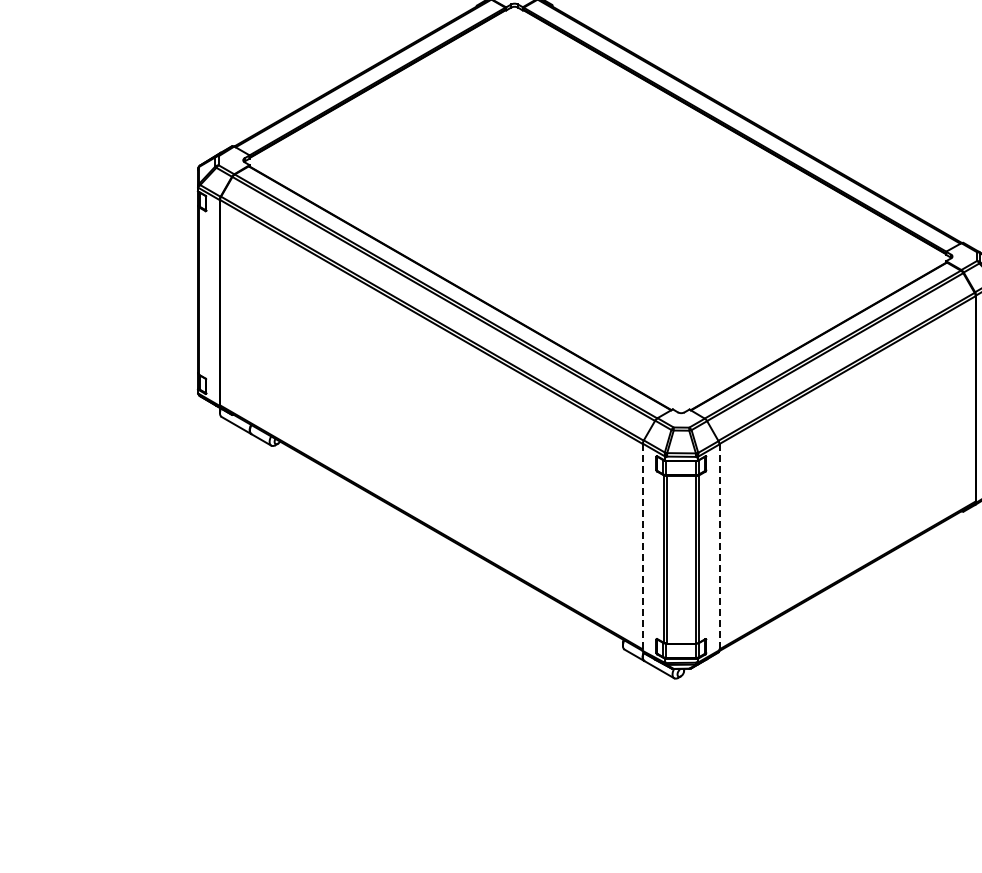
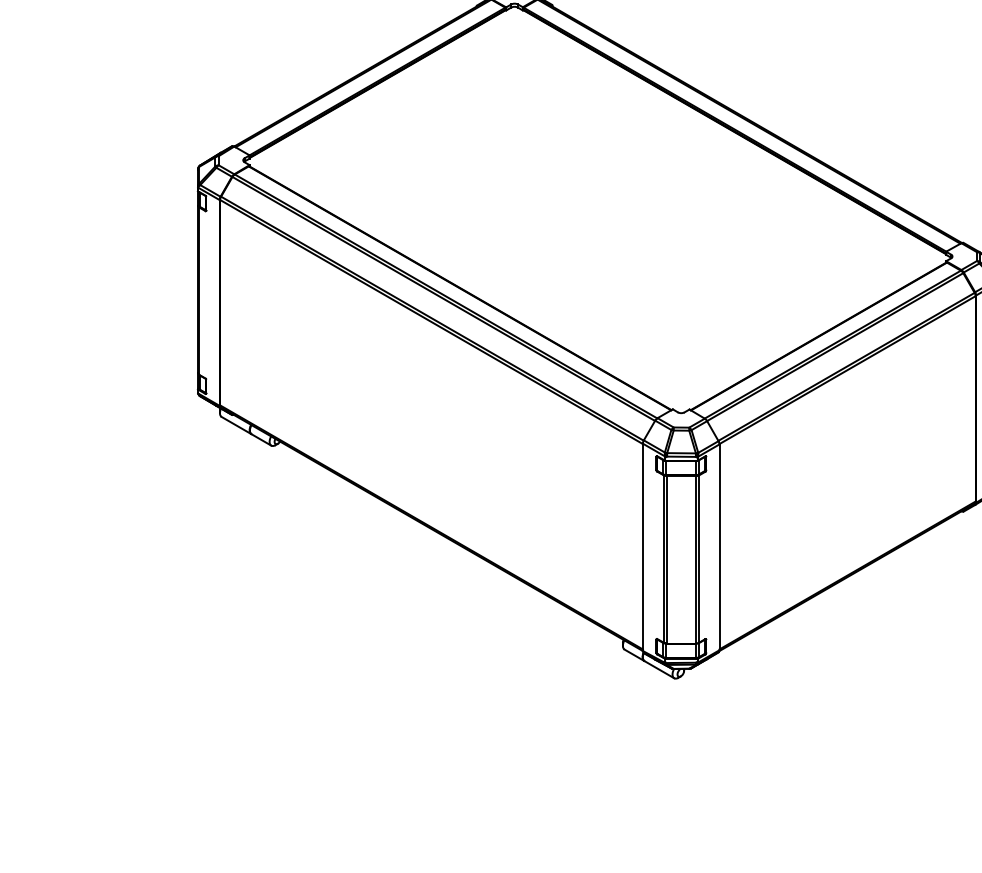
line at (642, 547): dashed -> solid
line at (719, 547): dashed -> solid
